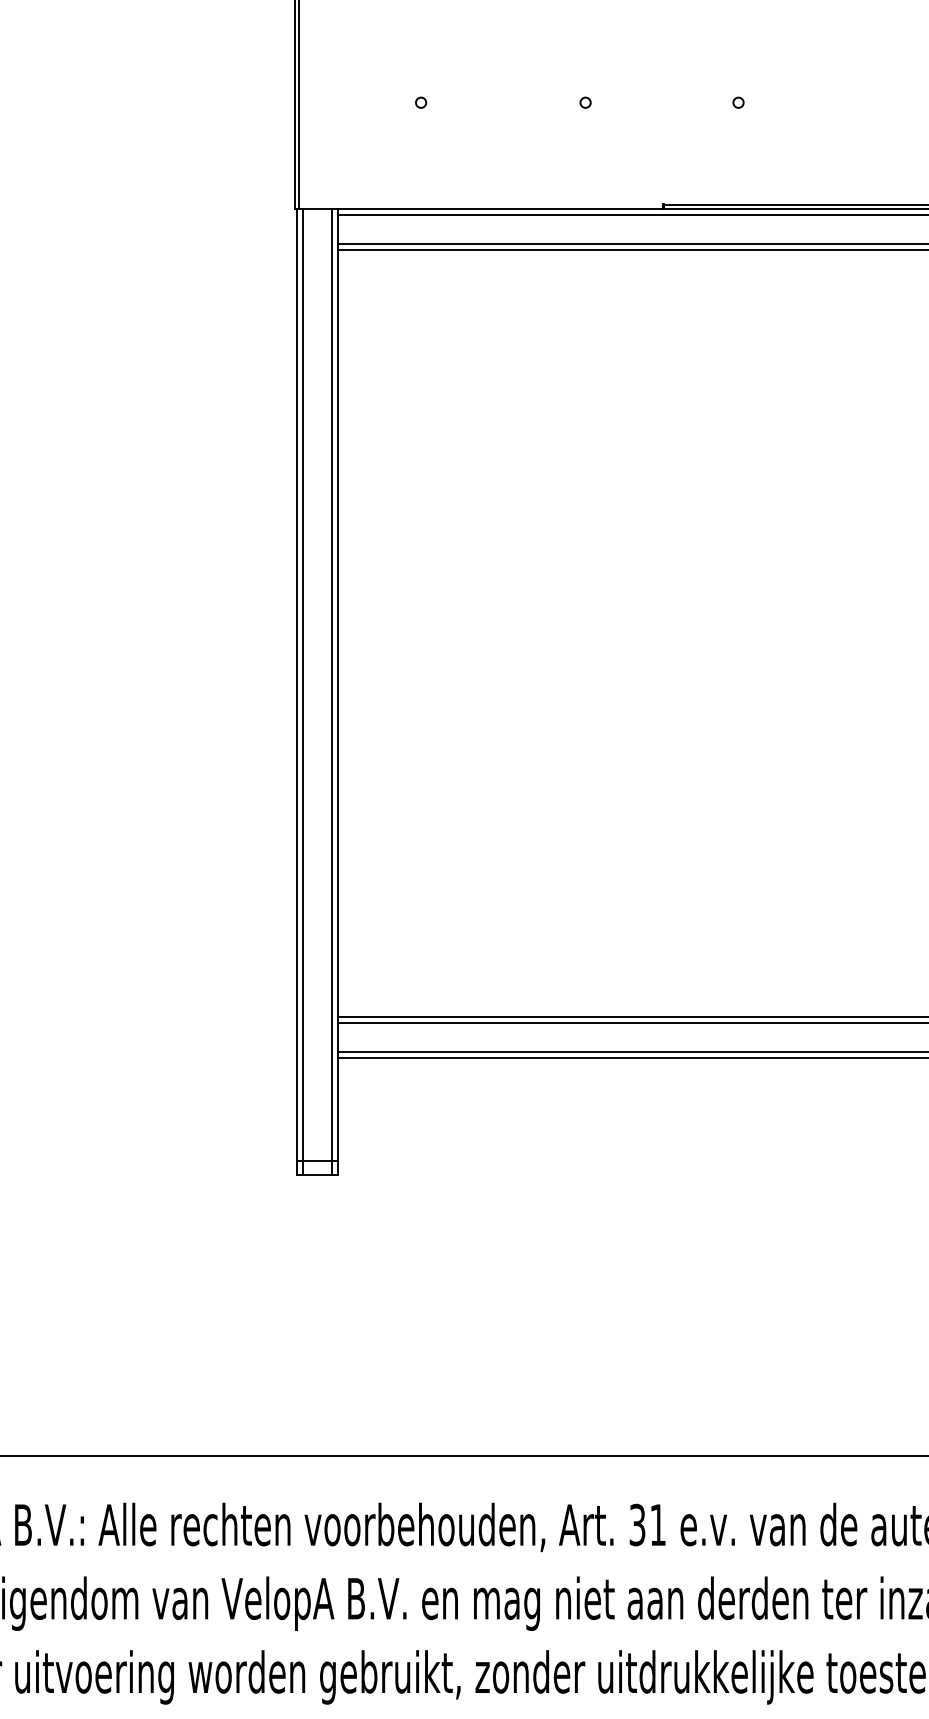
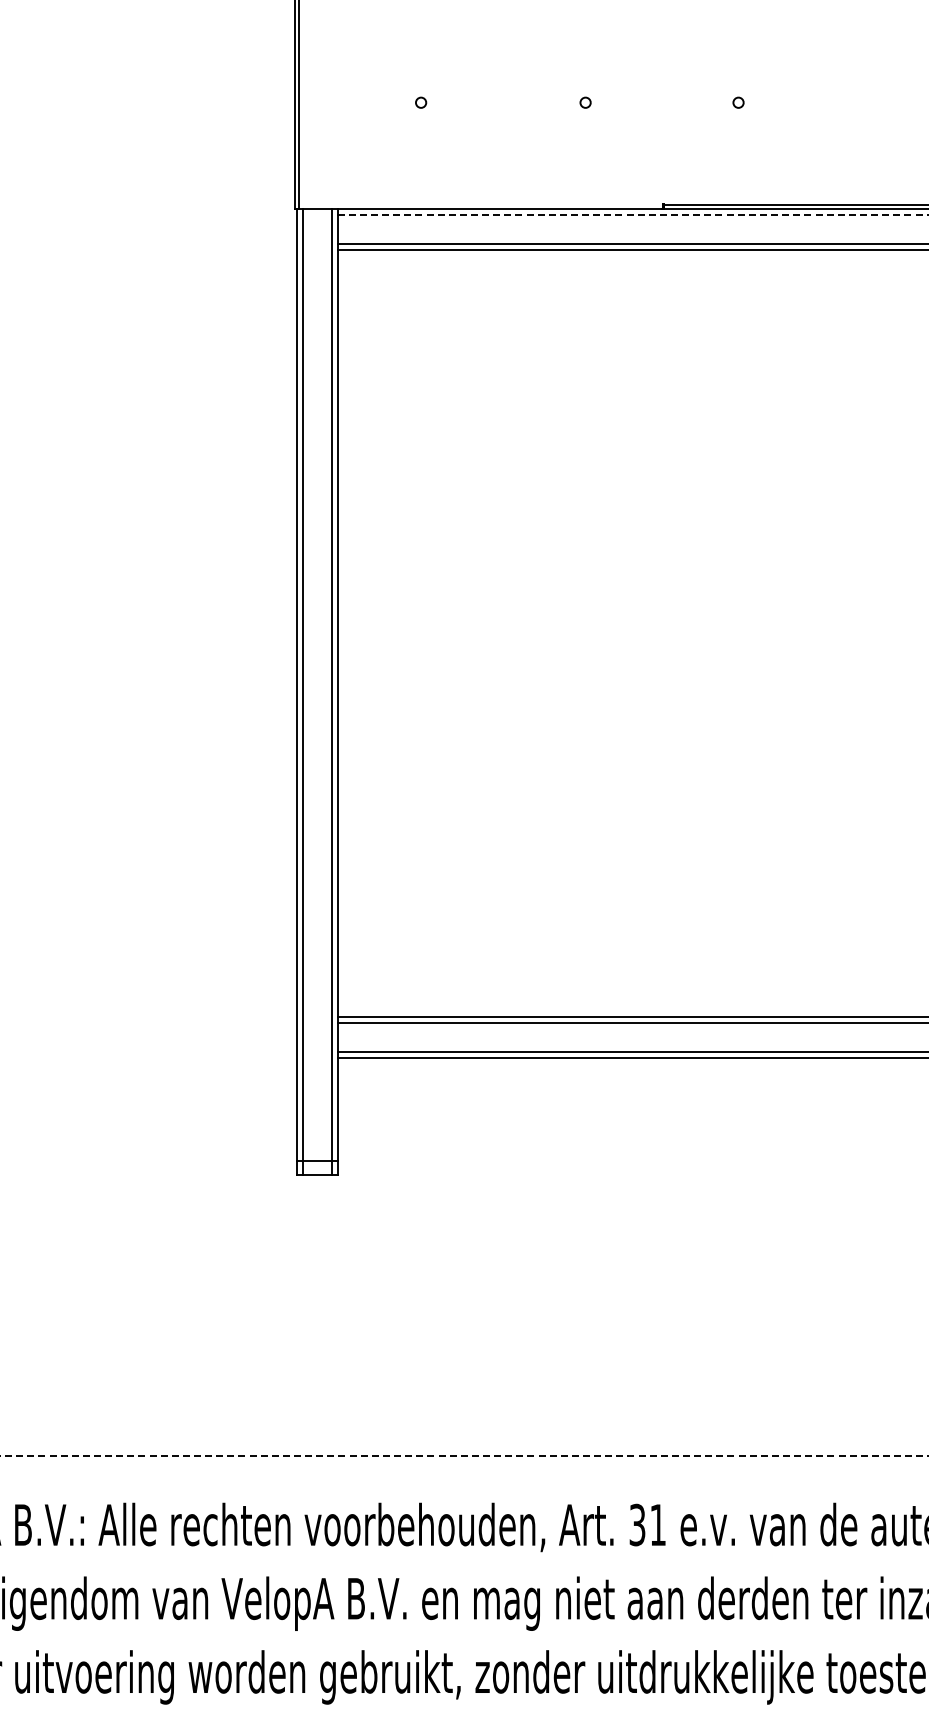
line at (633, 214): solid -> dashed
line at (464, 1455): solid -> dashed
